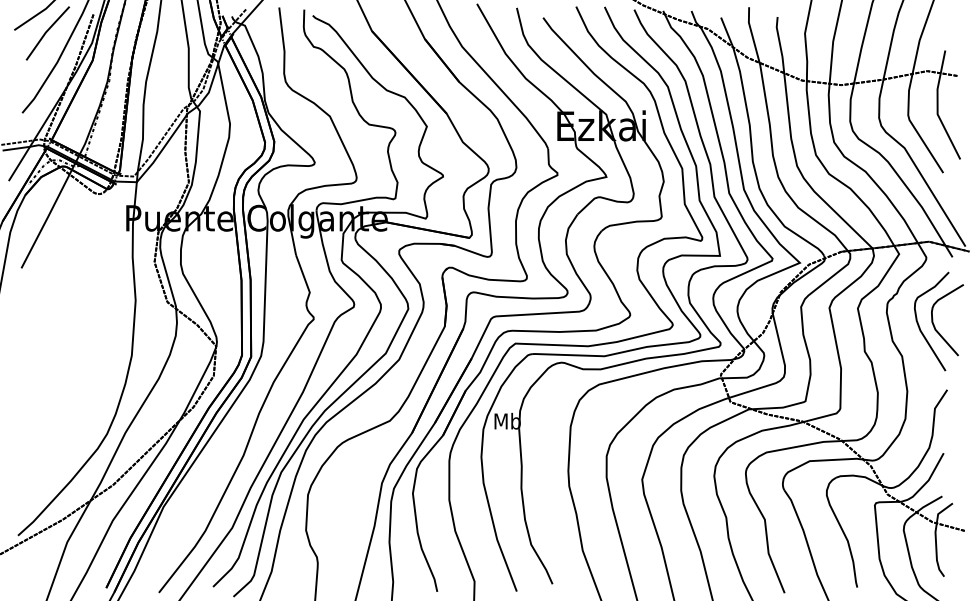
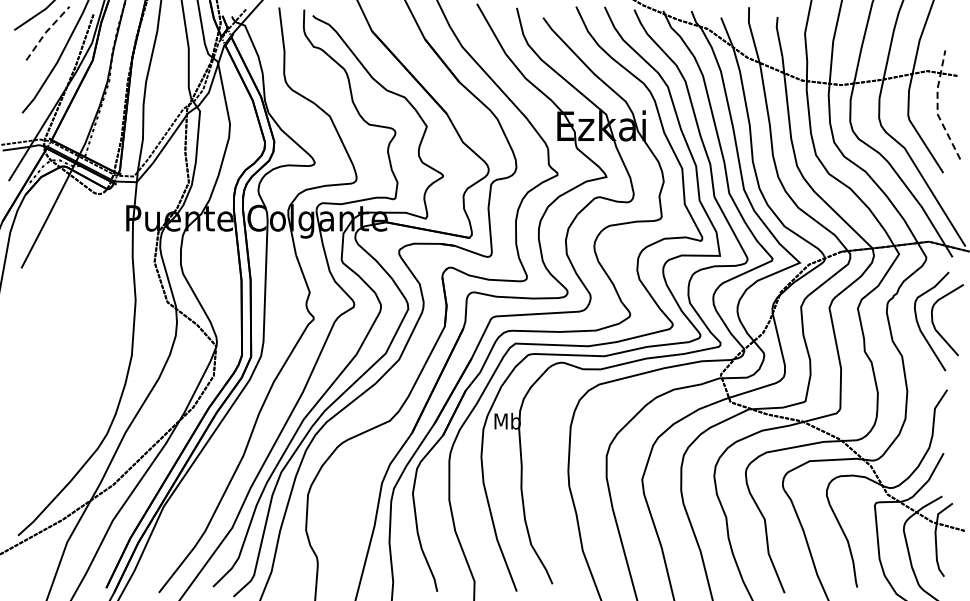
line at (46, 31): solid -> dashed
line at (937, 106): solid -> dashed
